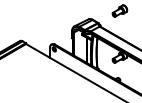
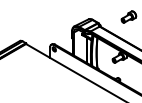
part at (119, 10) position: (119, 10) -> (128, 16)
